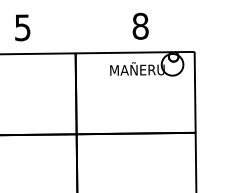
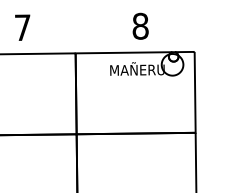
text at (22, 27): 5 -> 7
